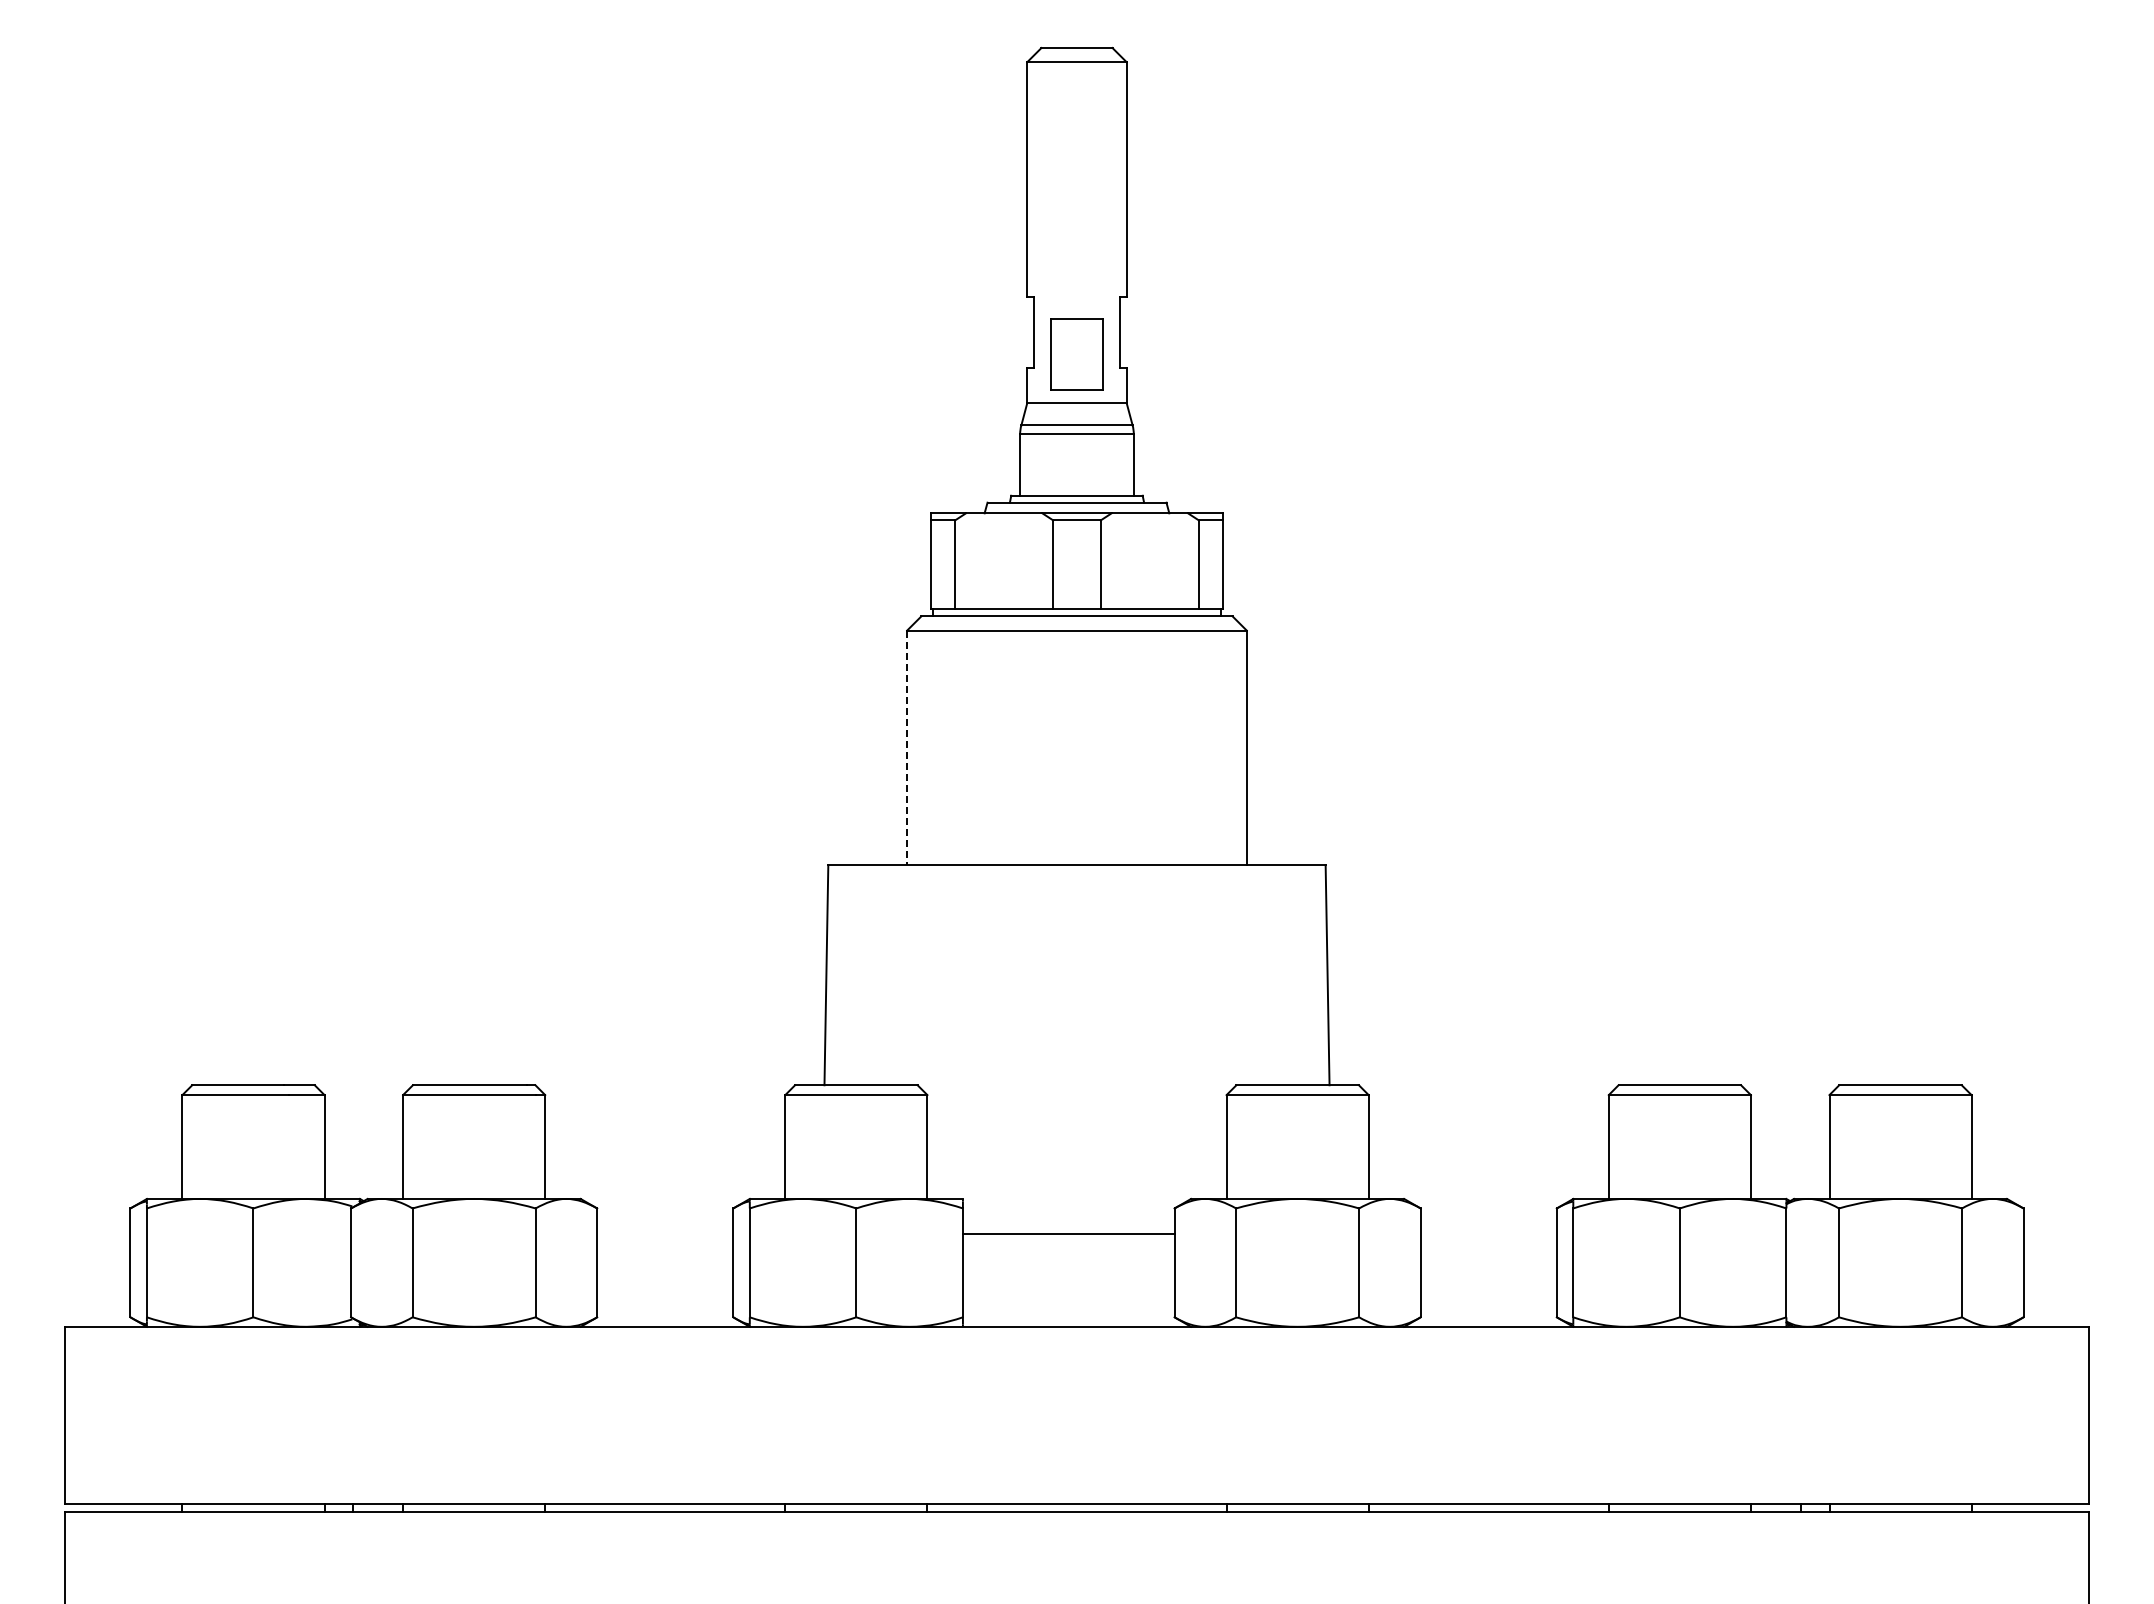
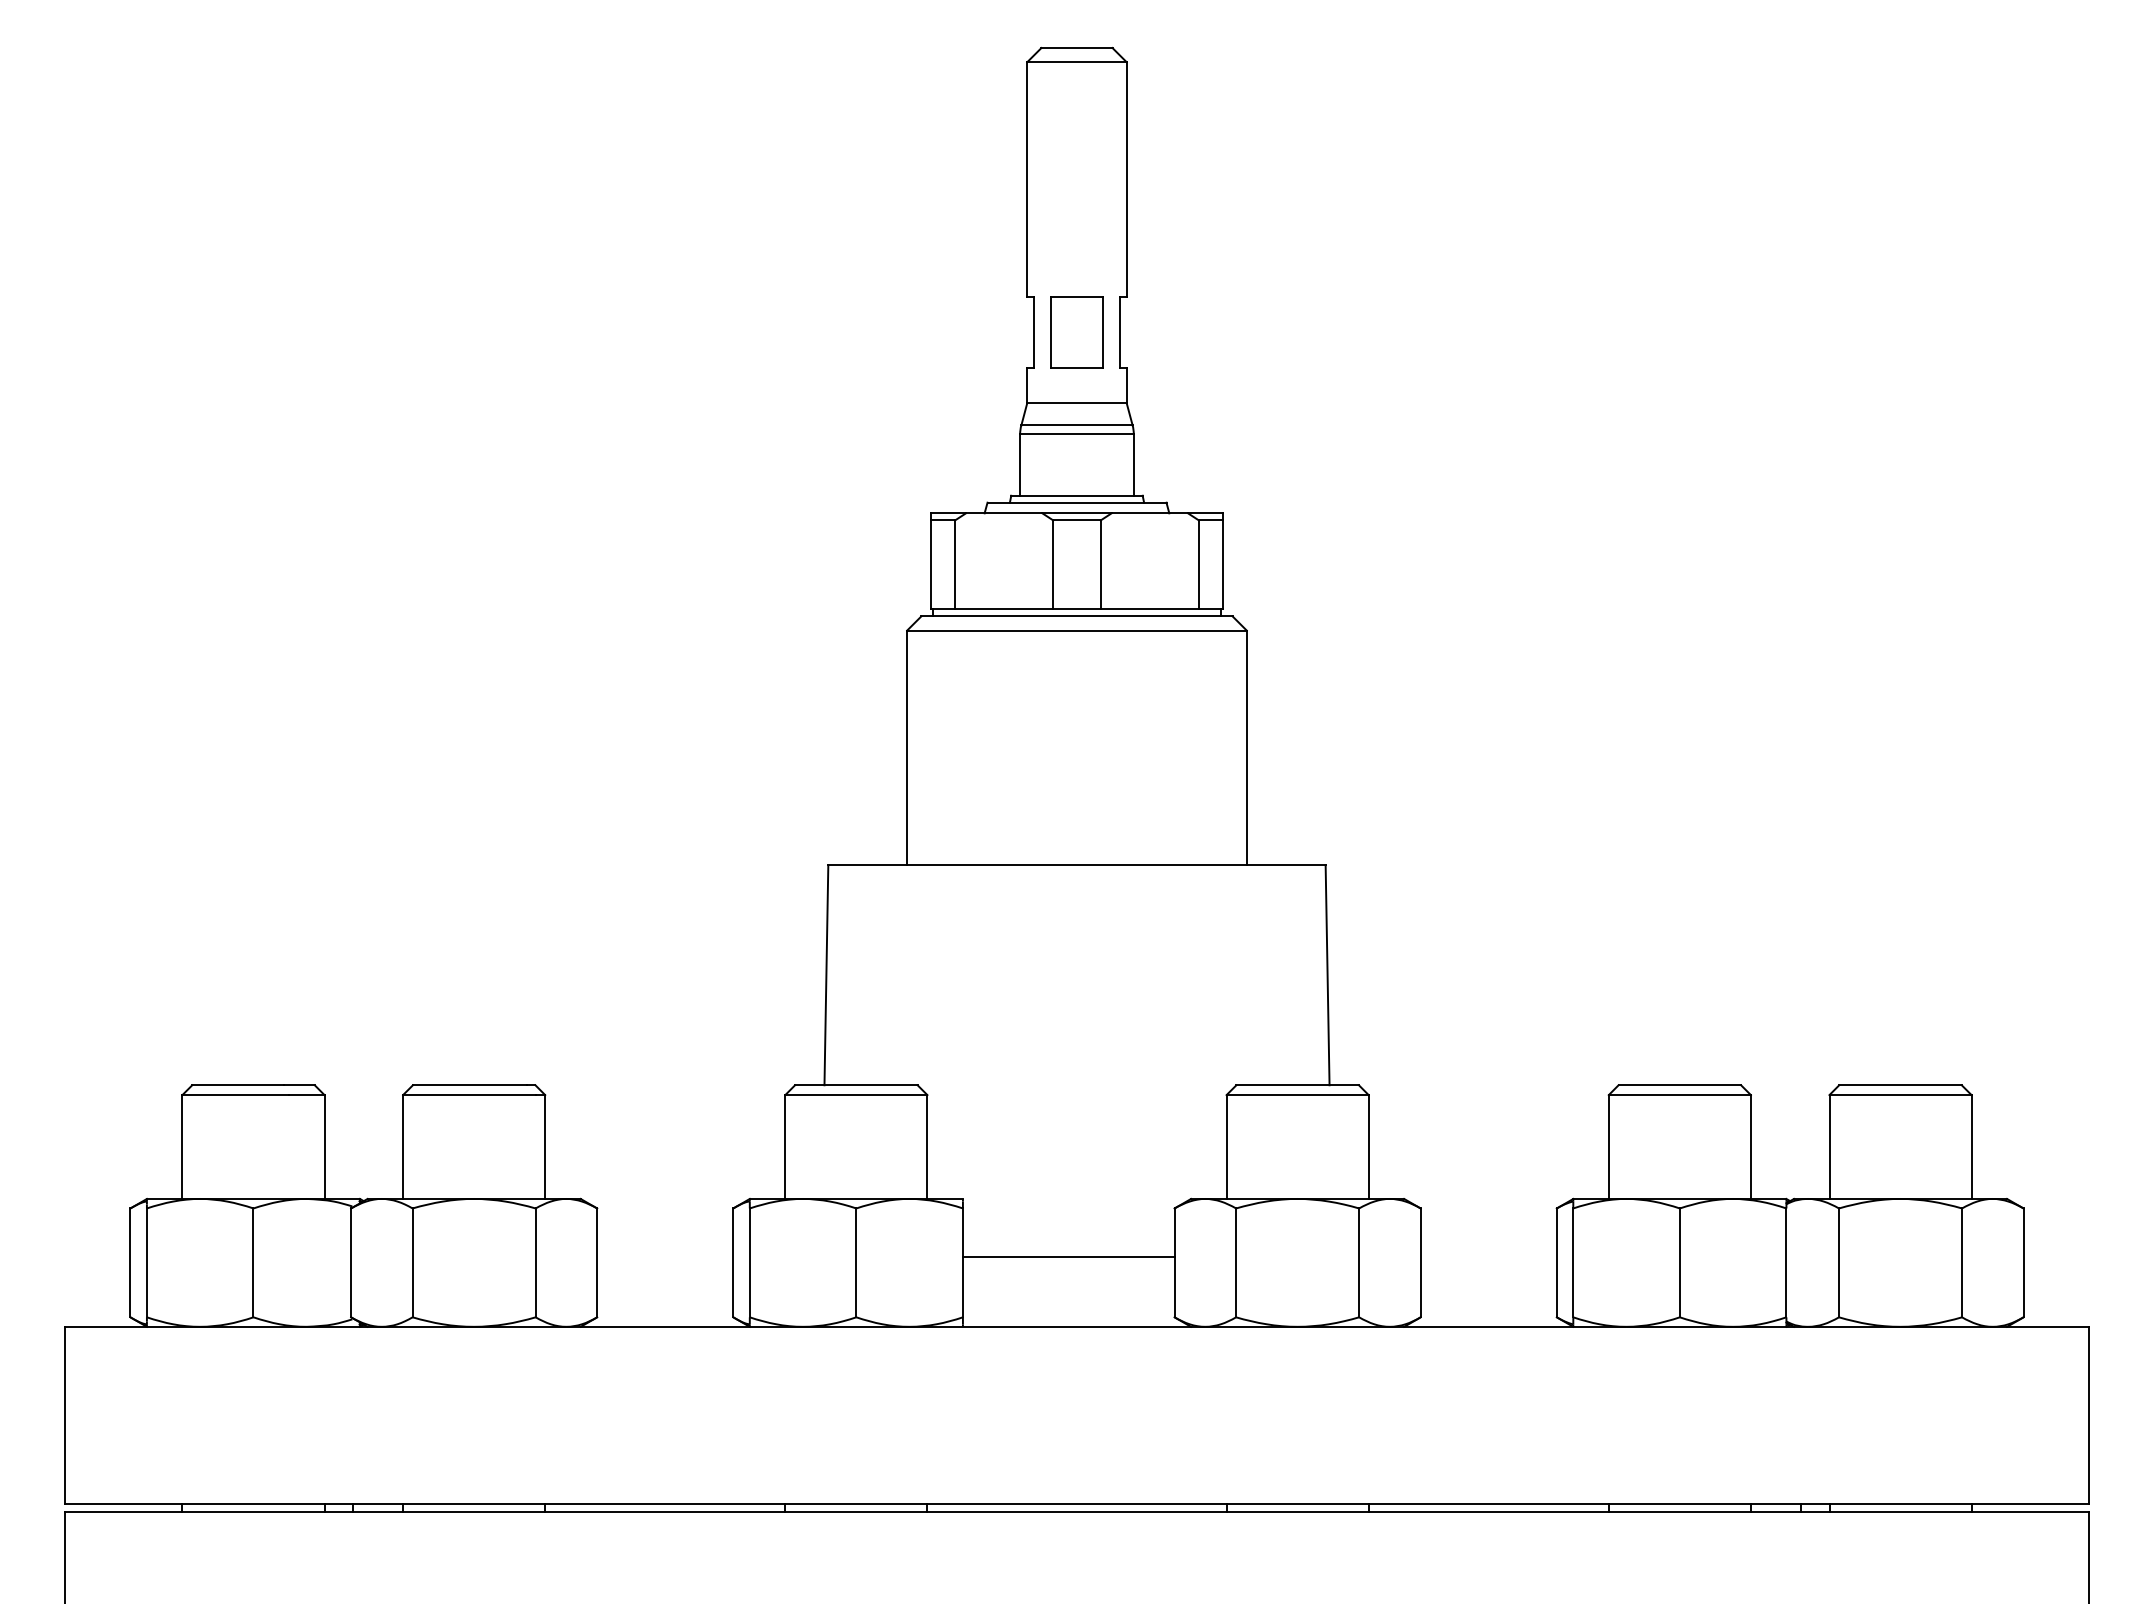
part at (1076, 354) position: (1076, 354) -> (1076, 332)
line at (907, 748): dashed -> solid
line at (1068, 1234) position: (1068, 1234) -> (1068, 1257)
